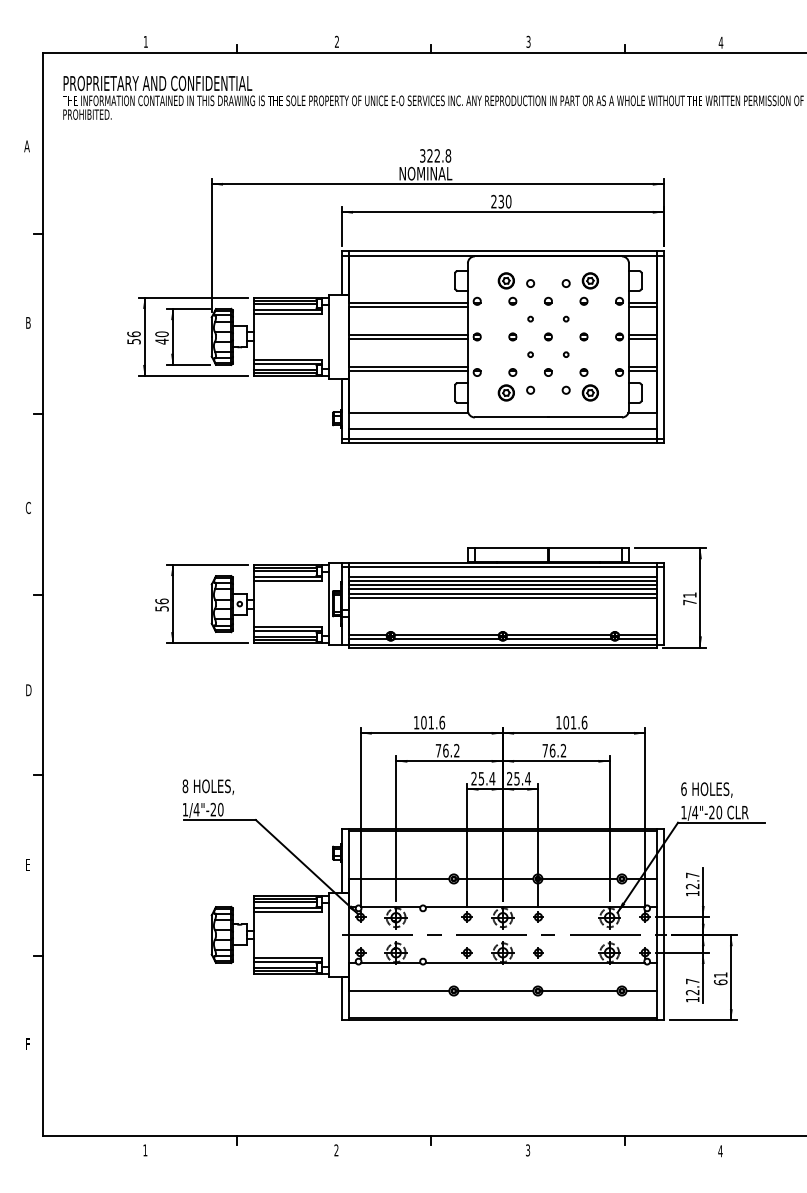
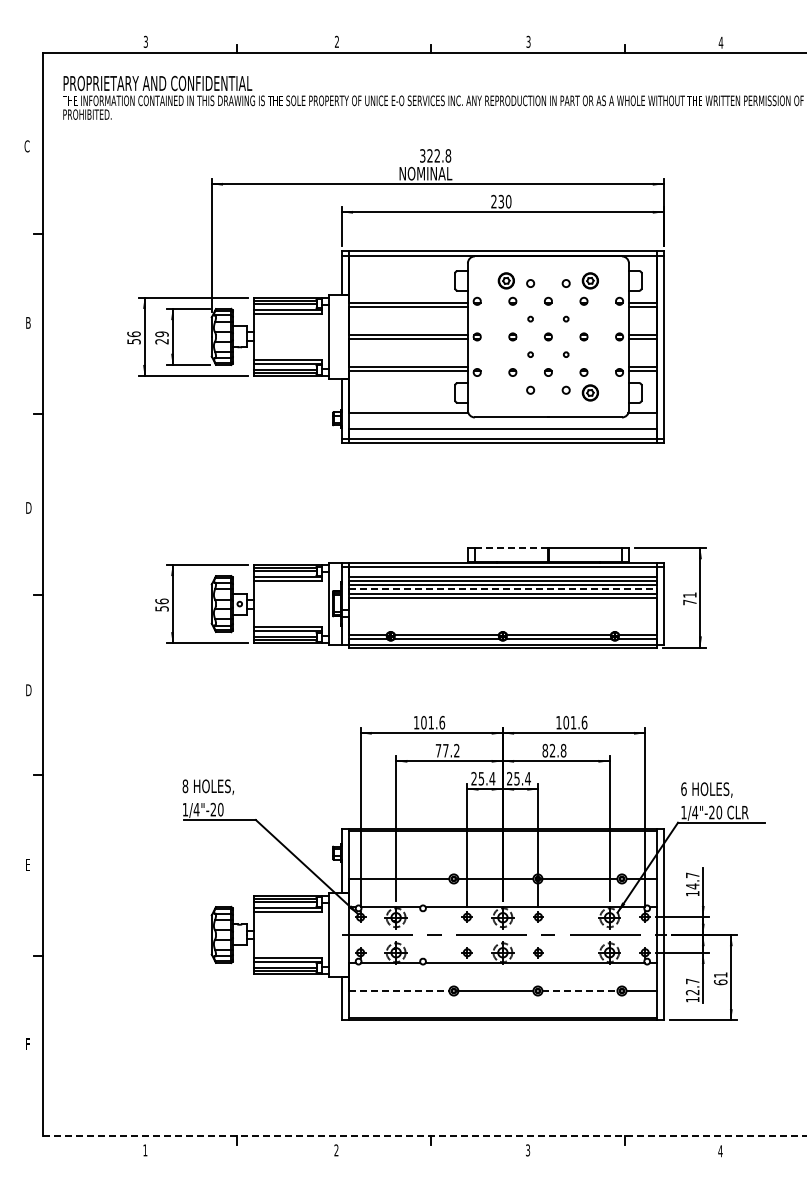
text at (145, 41): 1 -> 3
text at (26, 146): A -> C
text at (161, 337): 40 -> 29
part at (505, 392): present -> none
text at (28, 507): C -> D
line at (511, 548): solid -> dashed
line at (503, 589): solid -> dashed
text at (445, 750): 76.2 -> 77.2
text at (554, 750): 76.2 -> 82.8
text at (692, 886): 12.7 -> 14.7
line at (399, 991): solid -> dashed
line at (580, 991): solid -> dashed
line at (424, 1136): solid -> dashed
